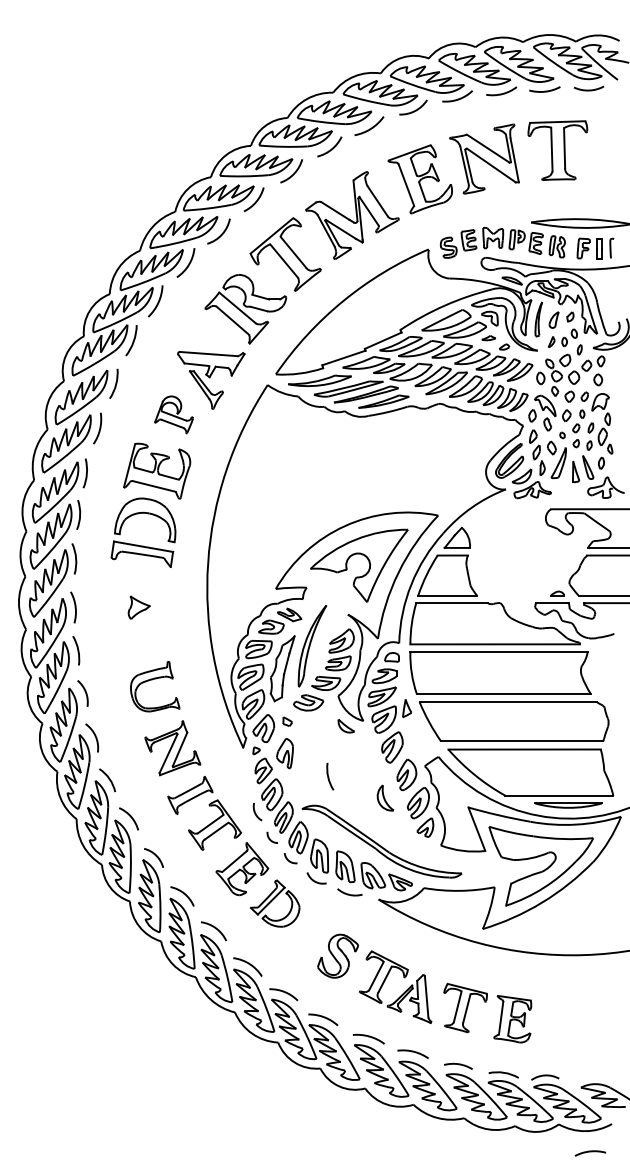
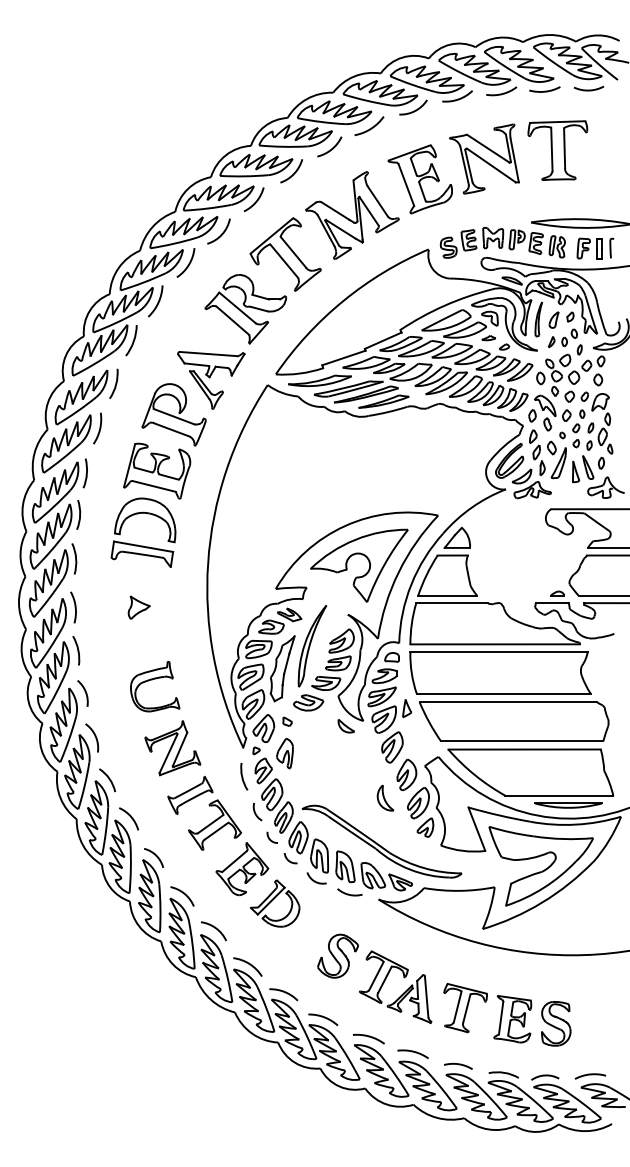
part at (173, 414) size: 40x40 px -> 66x64 px
arc at (329, 776) position: (329, 776) -> (243, 776)
part at (556, 1023): none -> present
arc at (590, 1152) position: (590, 1152) -> (590, 1075)
